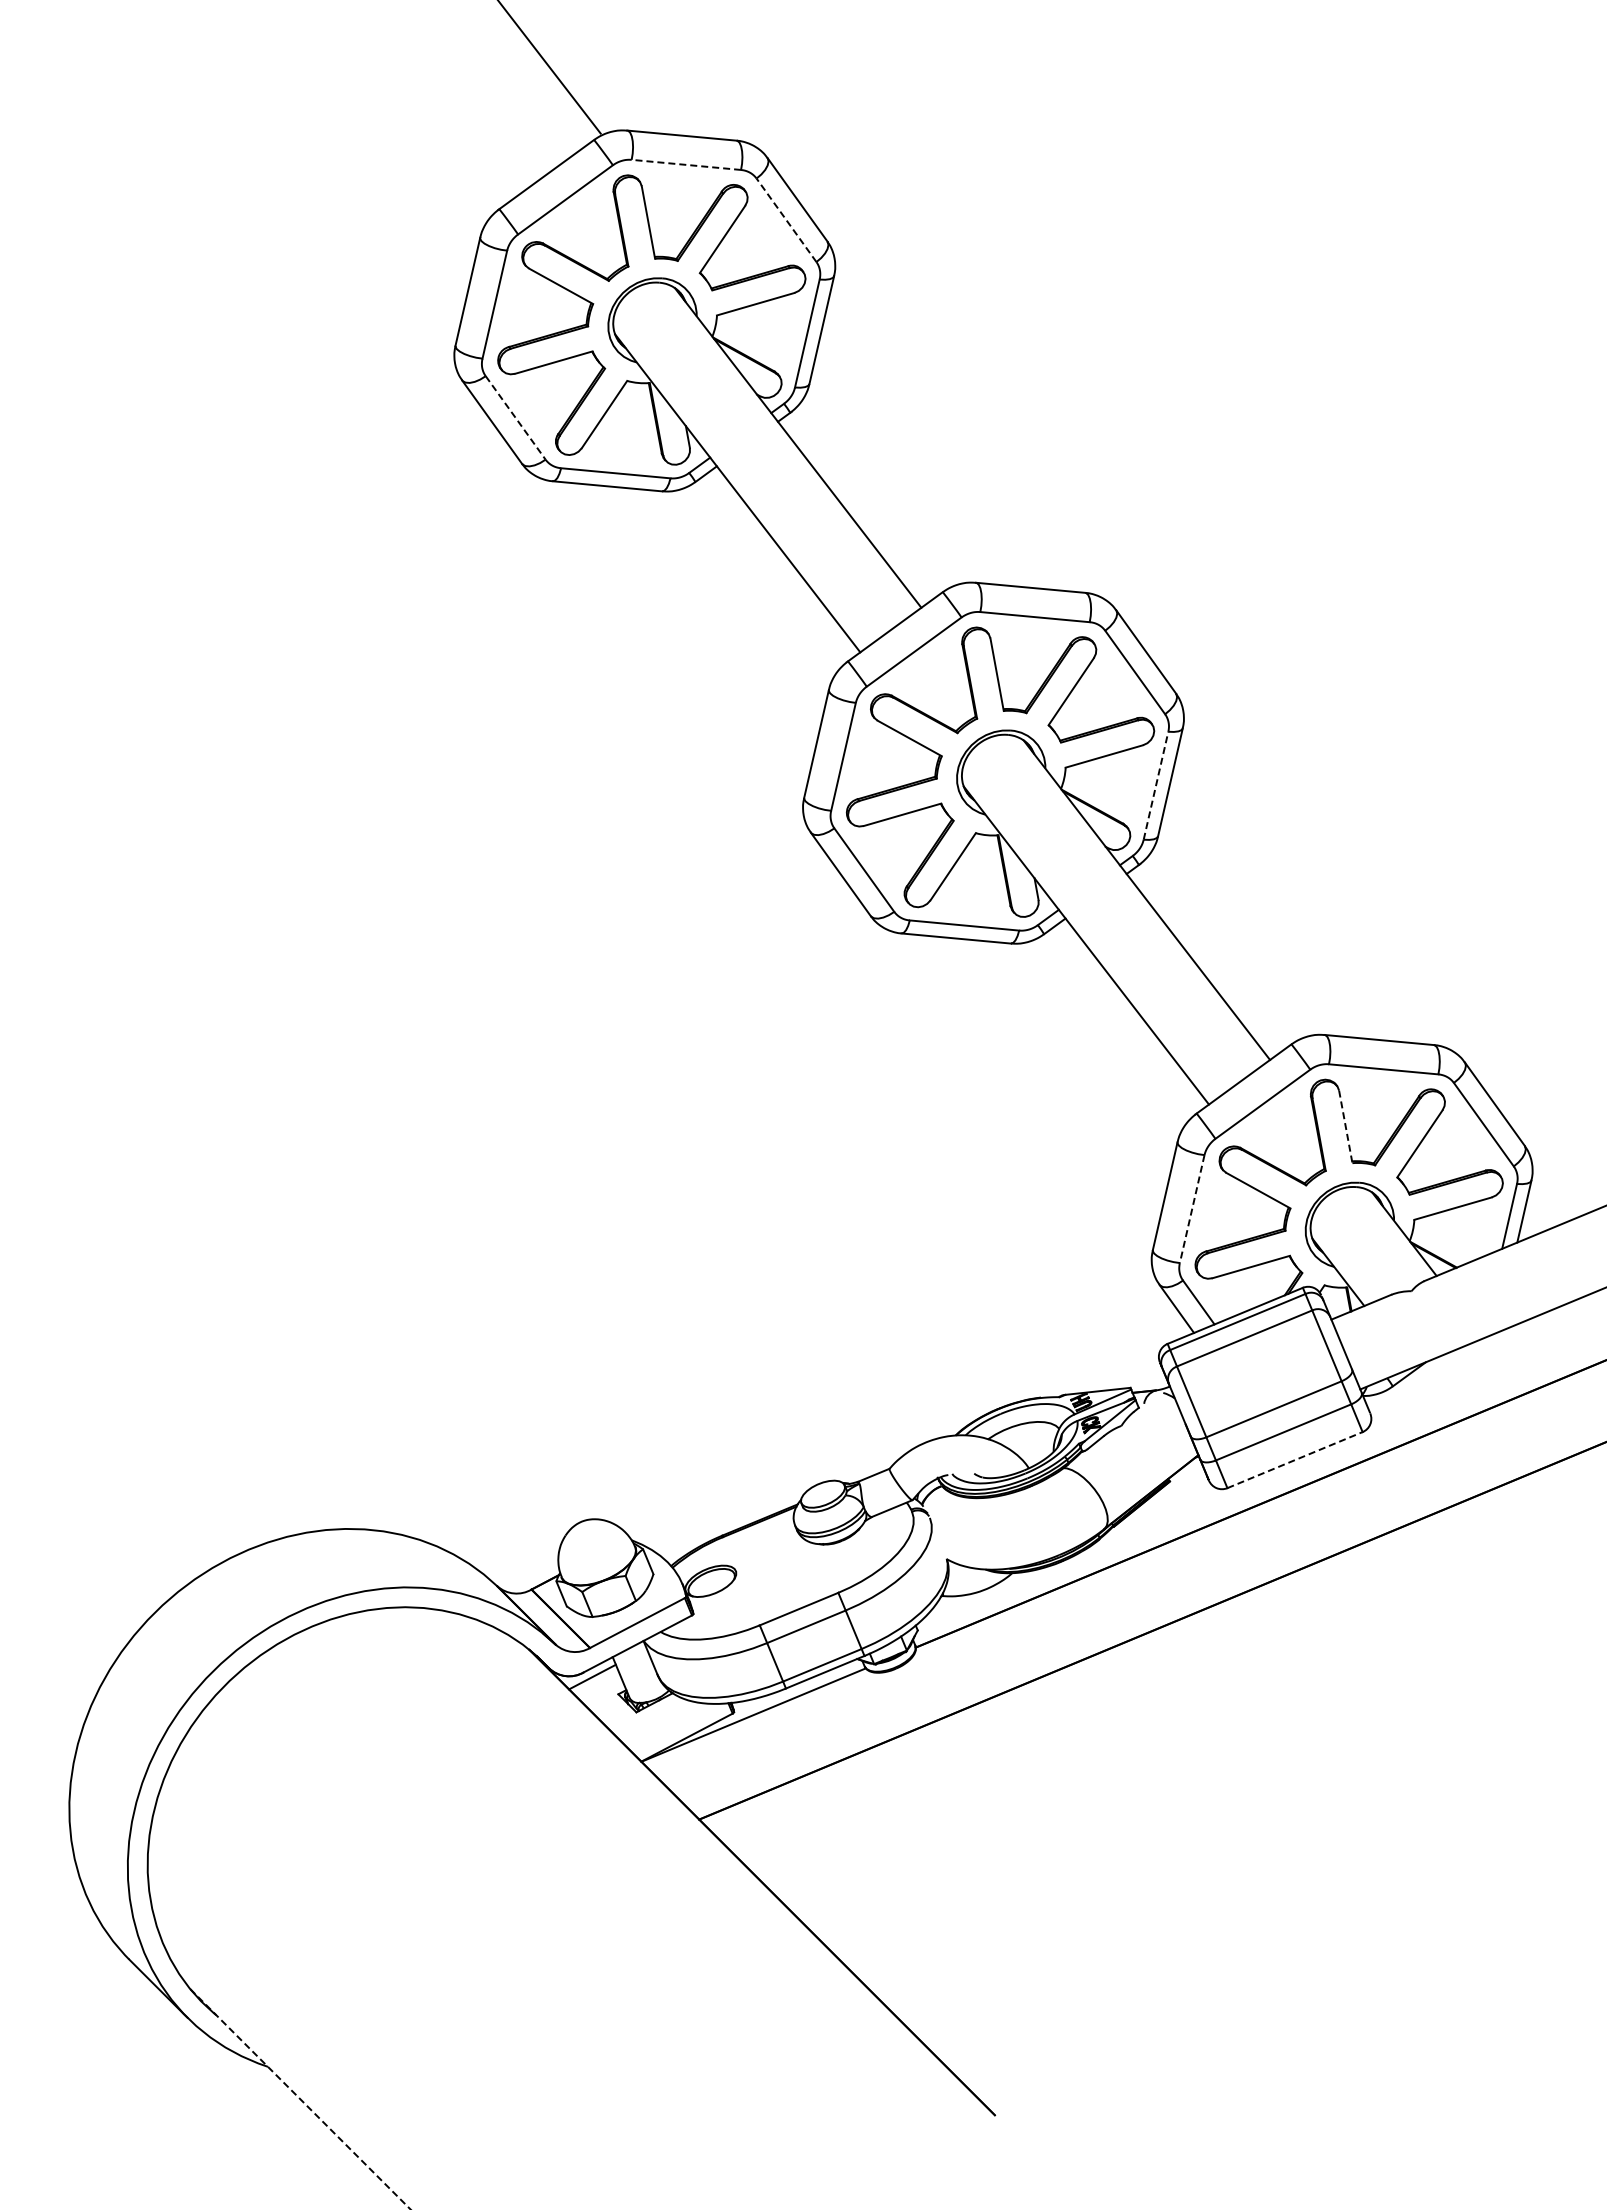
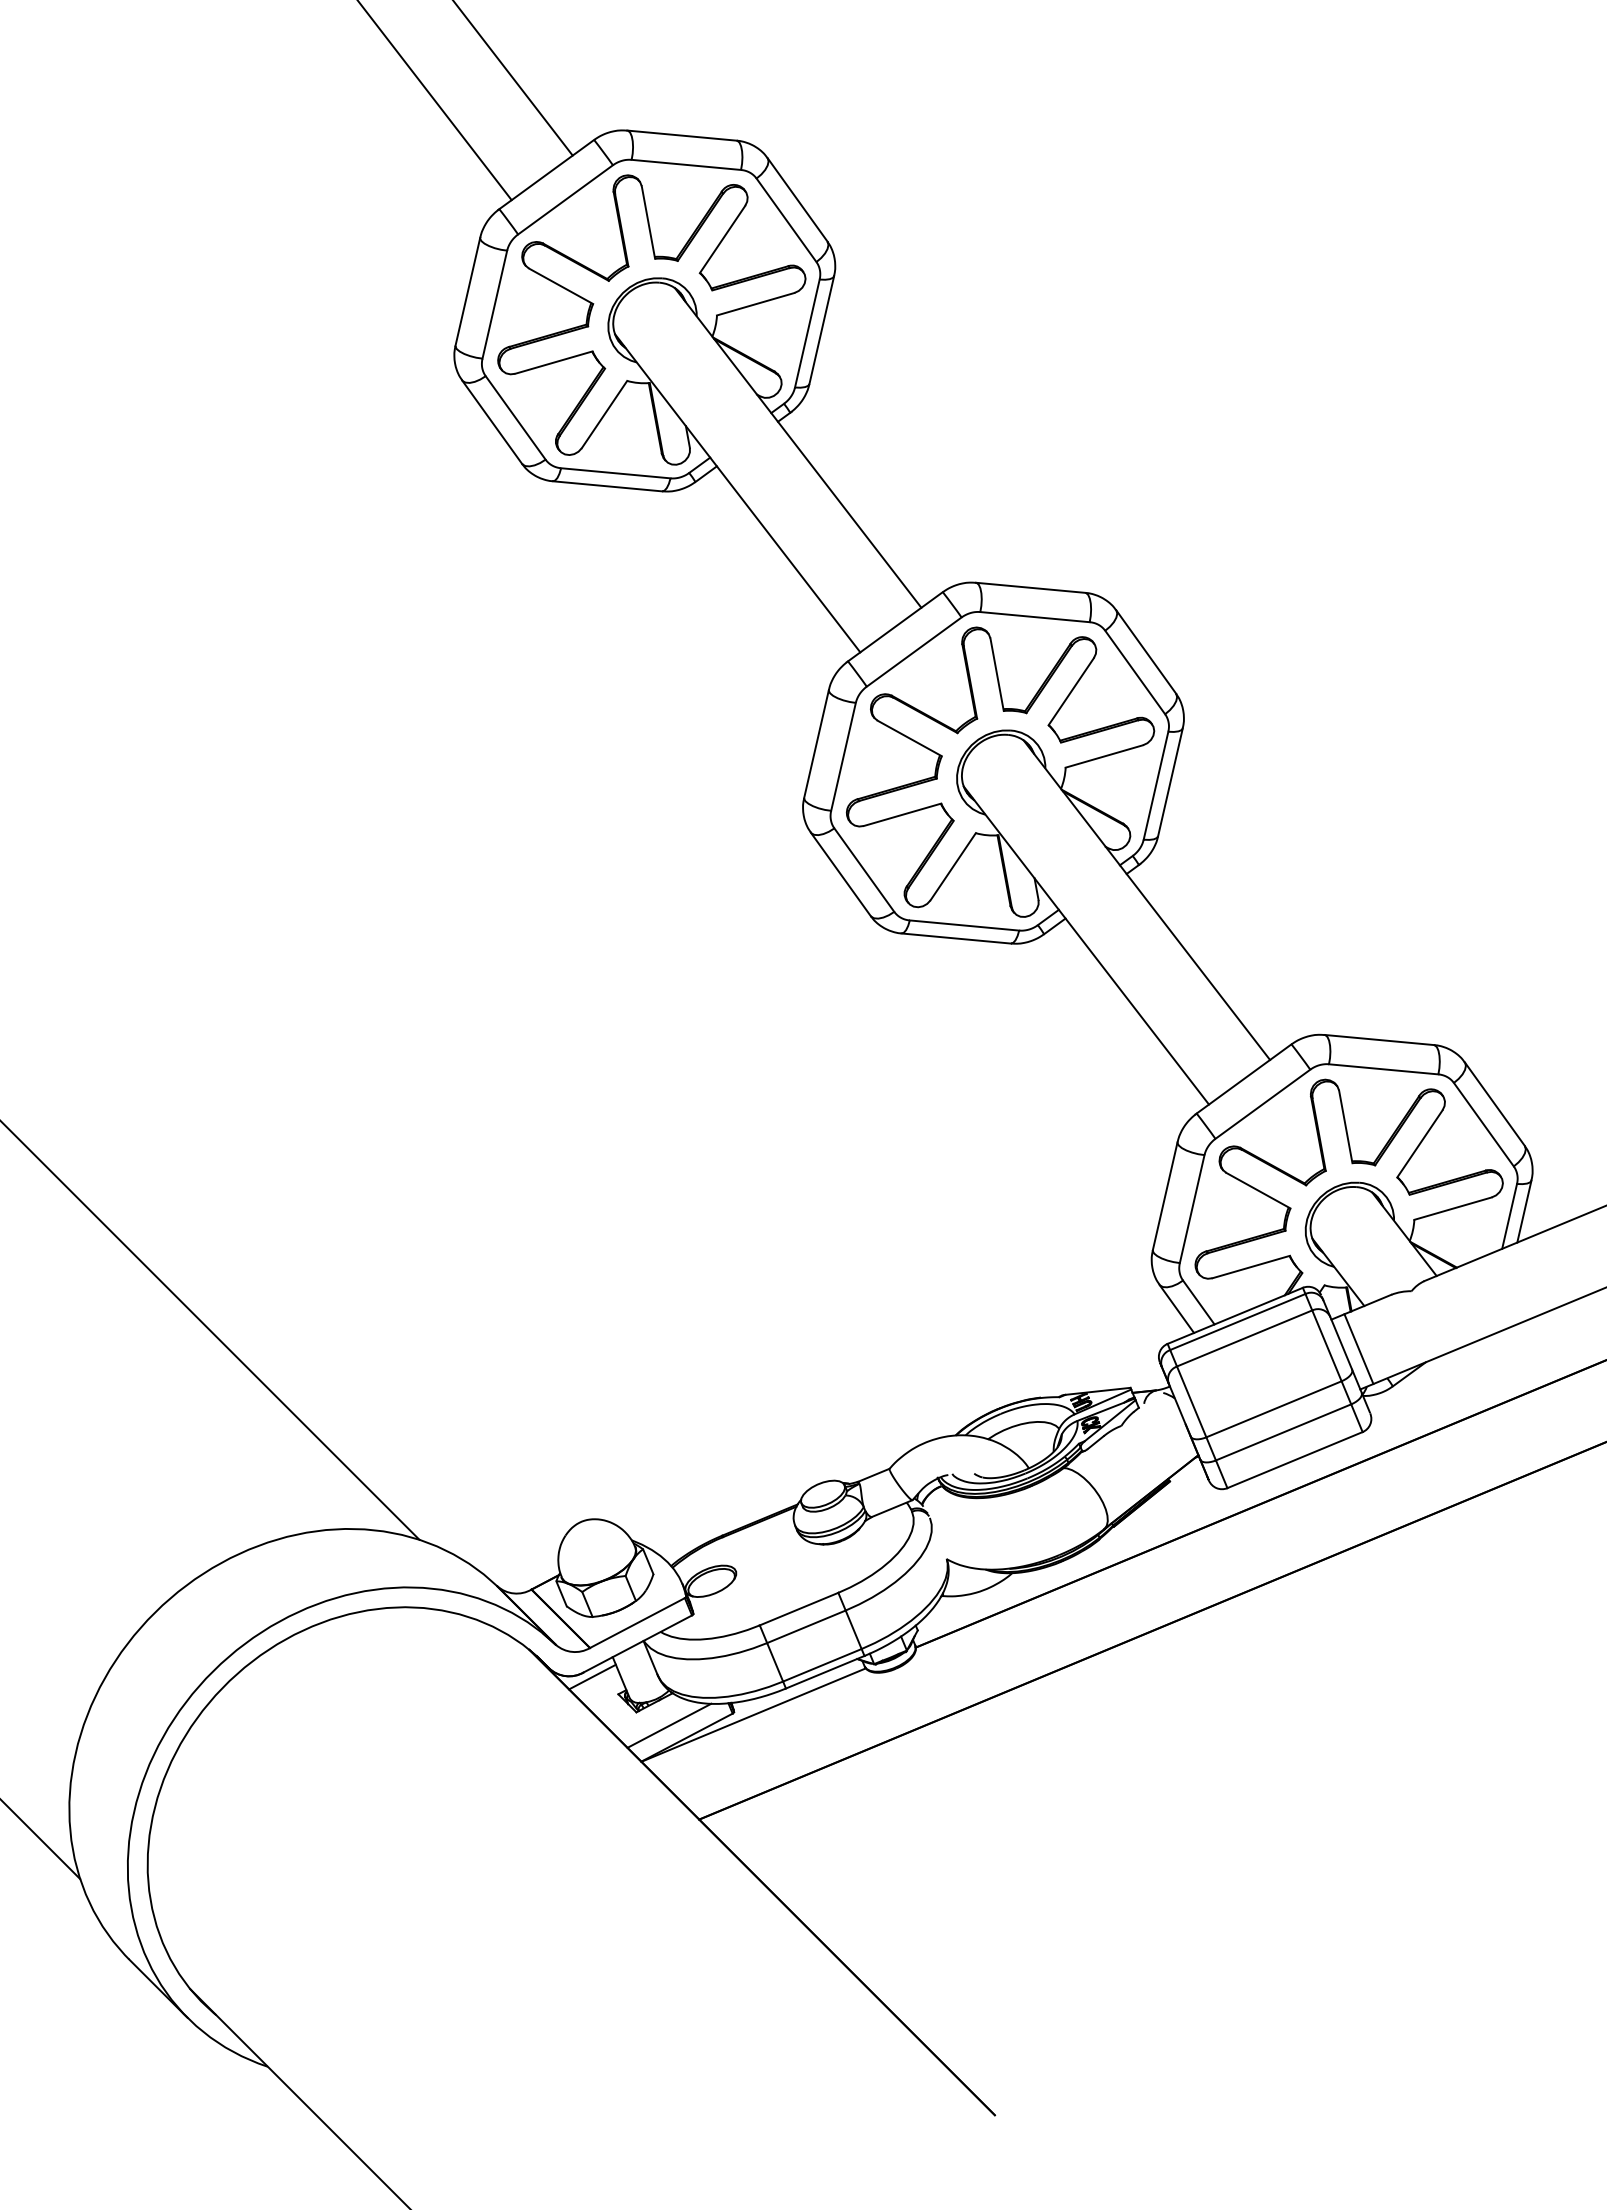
line at (549, 67) position: (549, 67) -> (513, 78)
line at (435, 101): none -> present
line at (686, 164): dashed -> solid
line at (786, 219): dashed -> solid
line at (515, 418): dashed -> solid
line at (1156, 785): dashed -> solid
line at (1345, 1126): dashed -> solid
line at (1192, 1209): dashed -> solid
line at (210, 1330): none -> present
line at (1358, 1349): none -> present
line at (1295, 1459): dashed -> solid
line at (669, 1725): none -> present
line at (41, 1840): none -> present
line at (300, 2099): dashed -> solid
